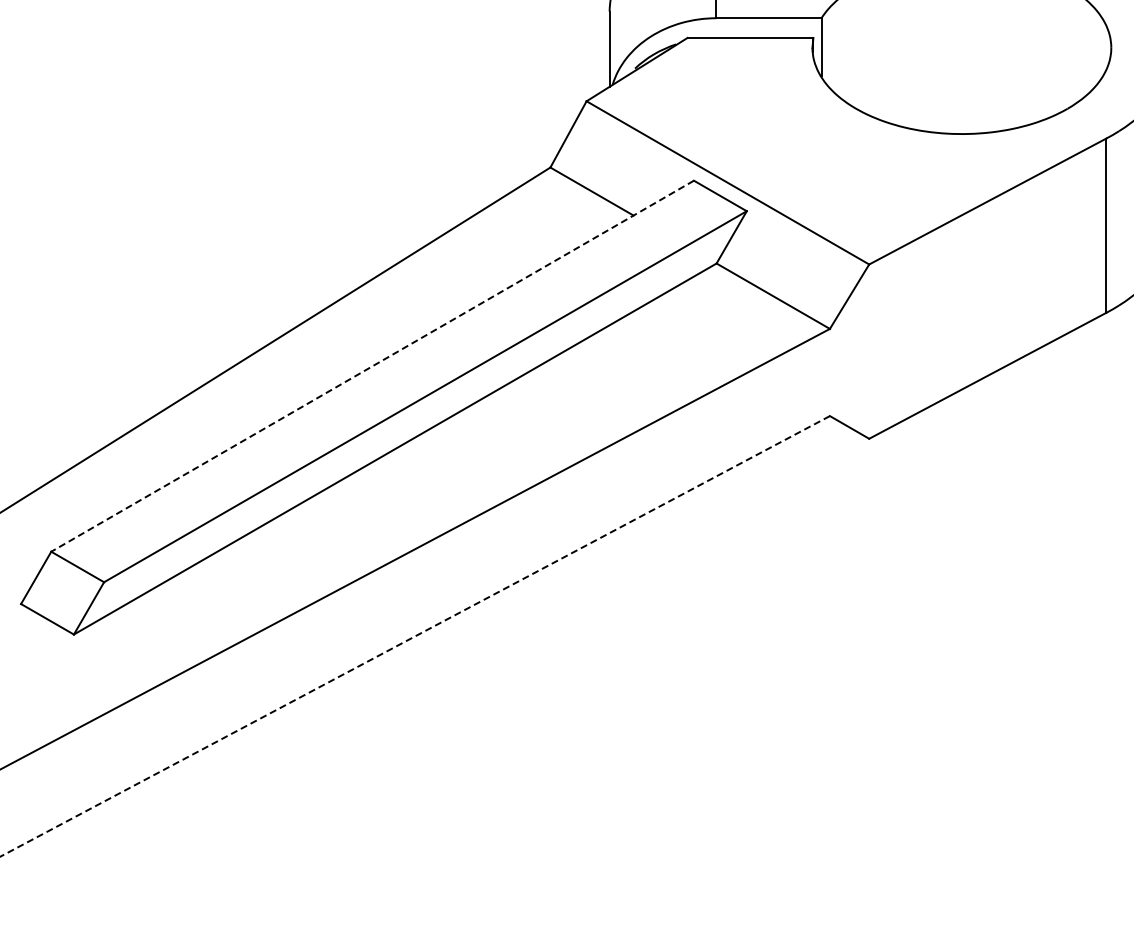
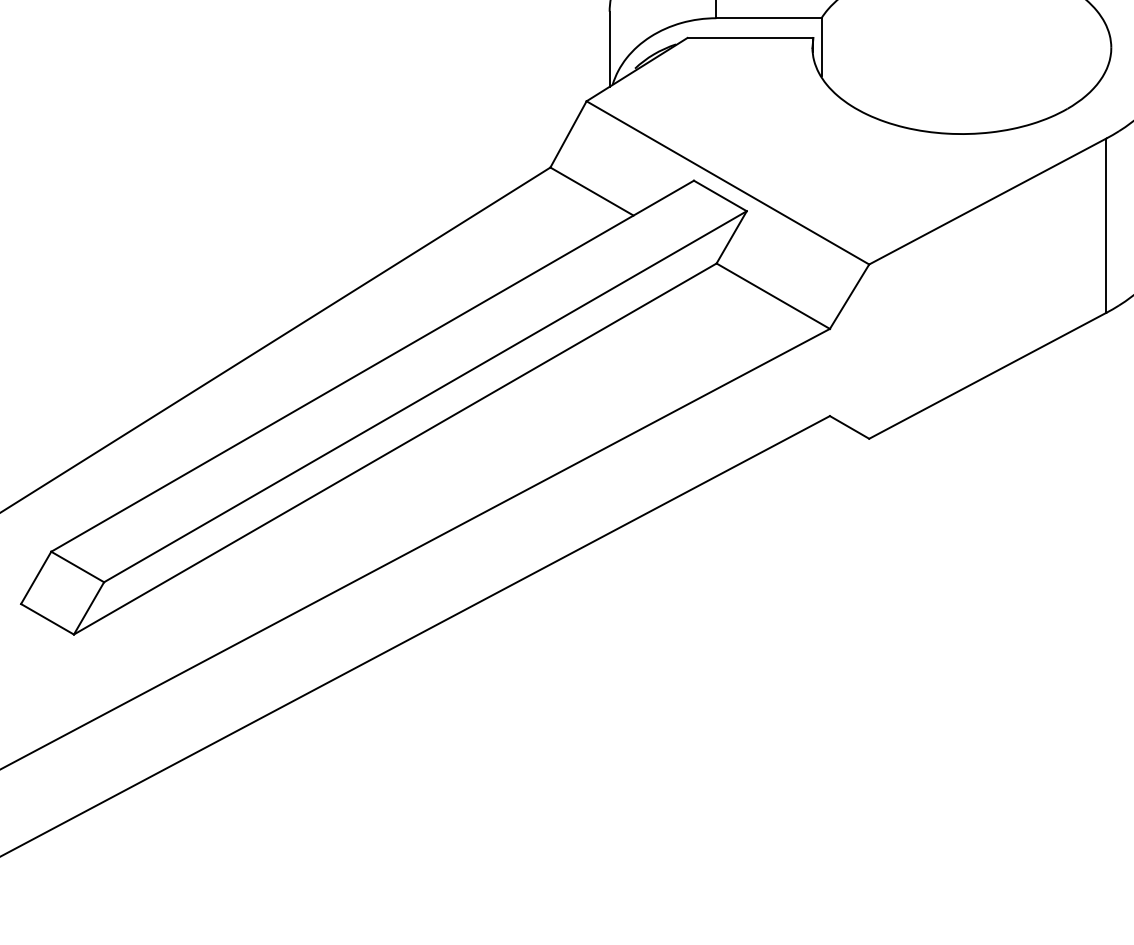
line at (372, 366): dashed -> solid
line at (415, 636): dashed -> solid
